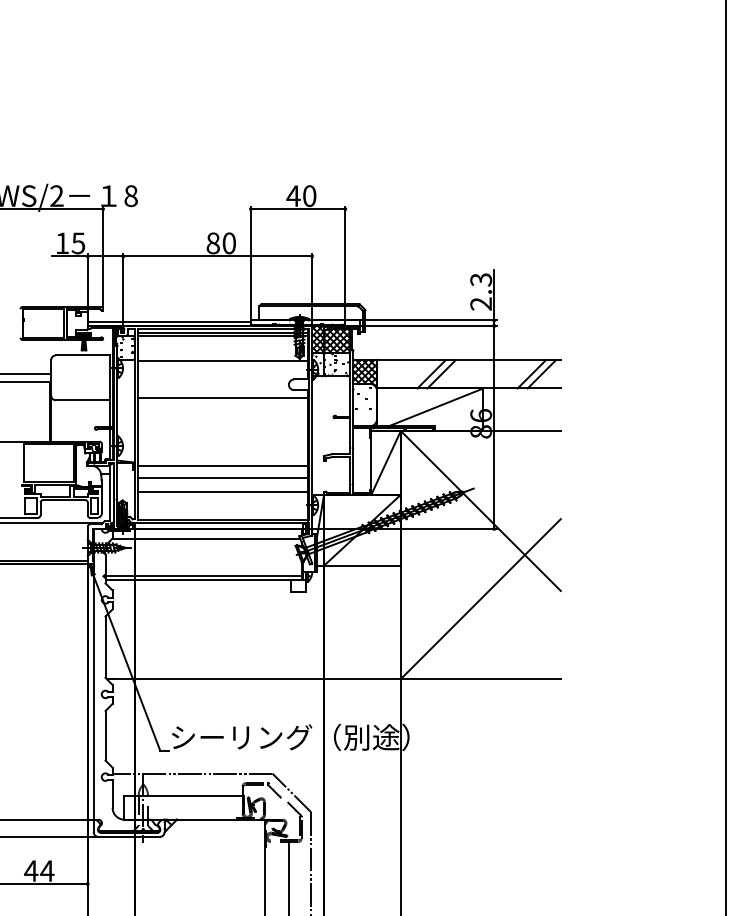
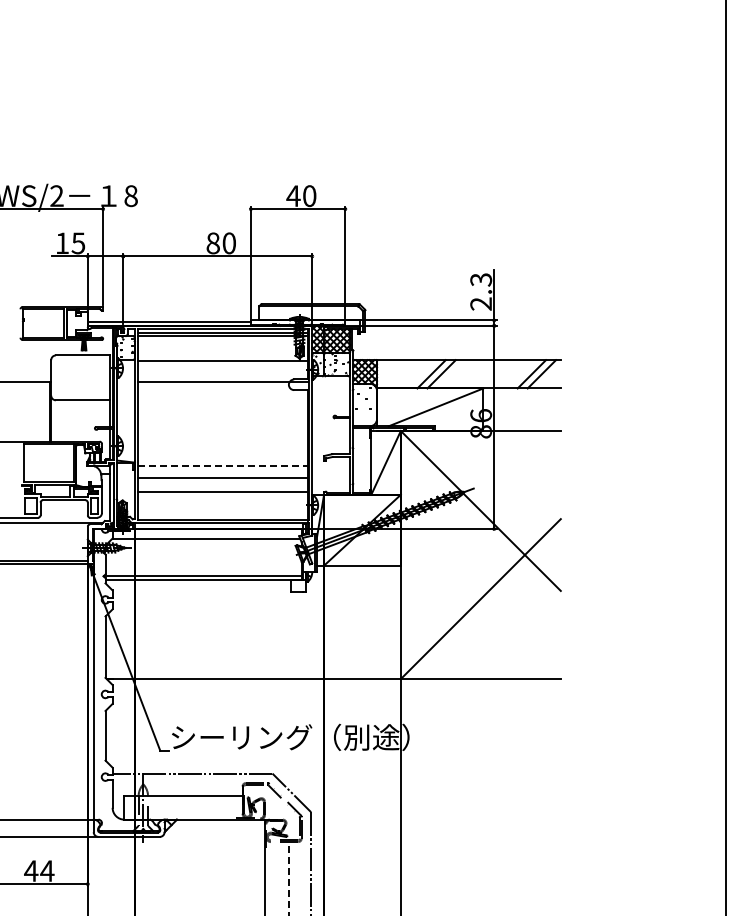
line at (26, 373): present -> none
line at (222, 398) position: (222, 398) -> (222, 382)
line at (222, 466): solid -> dashed
line at (288, 879): solid -> dashed
